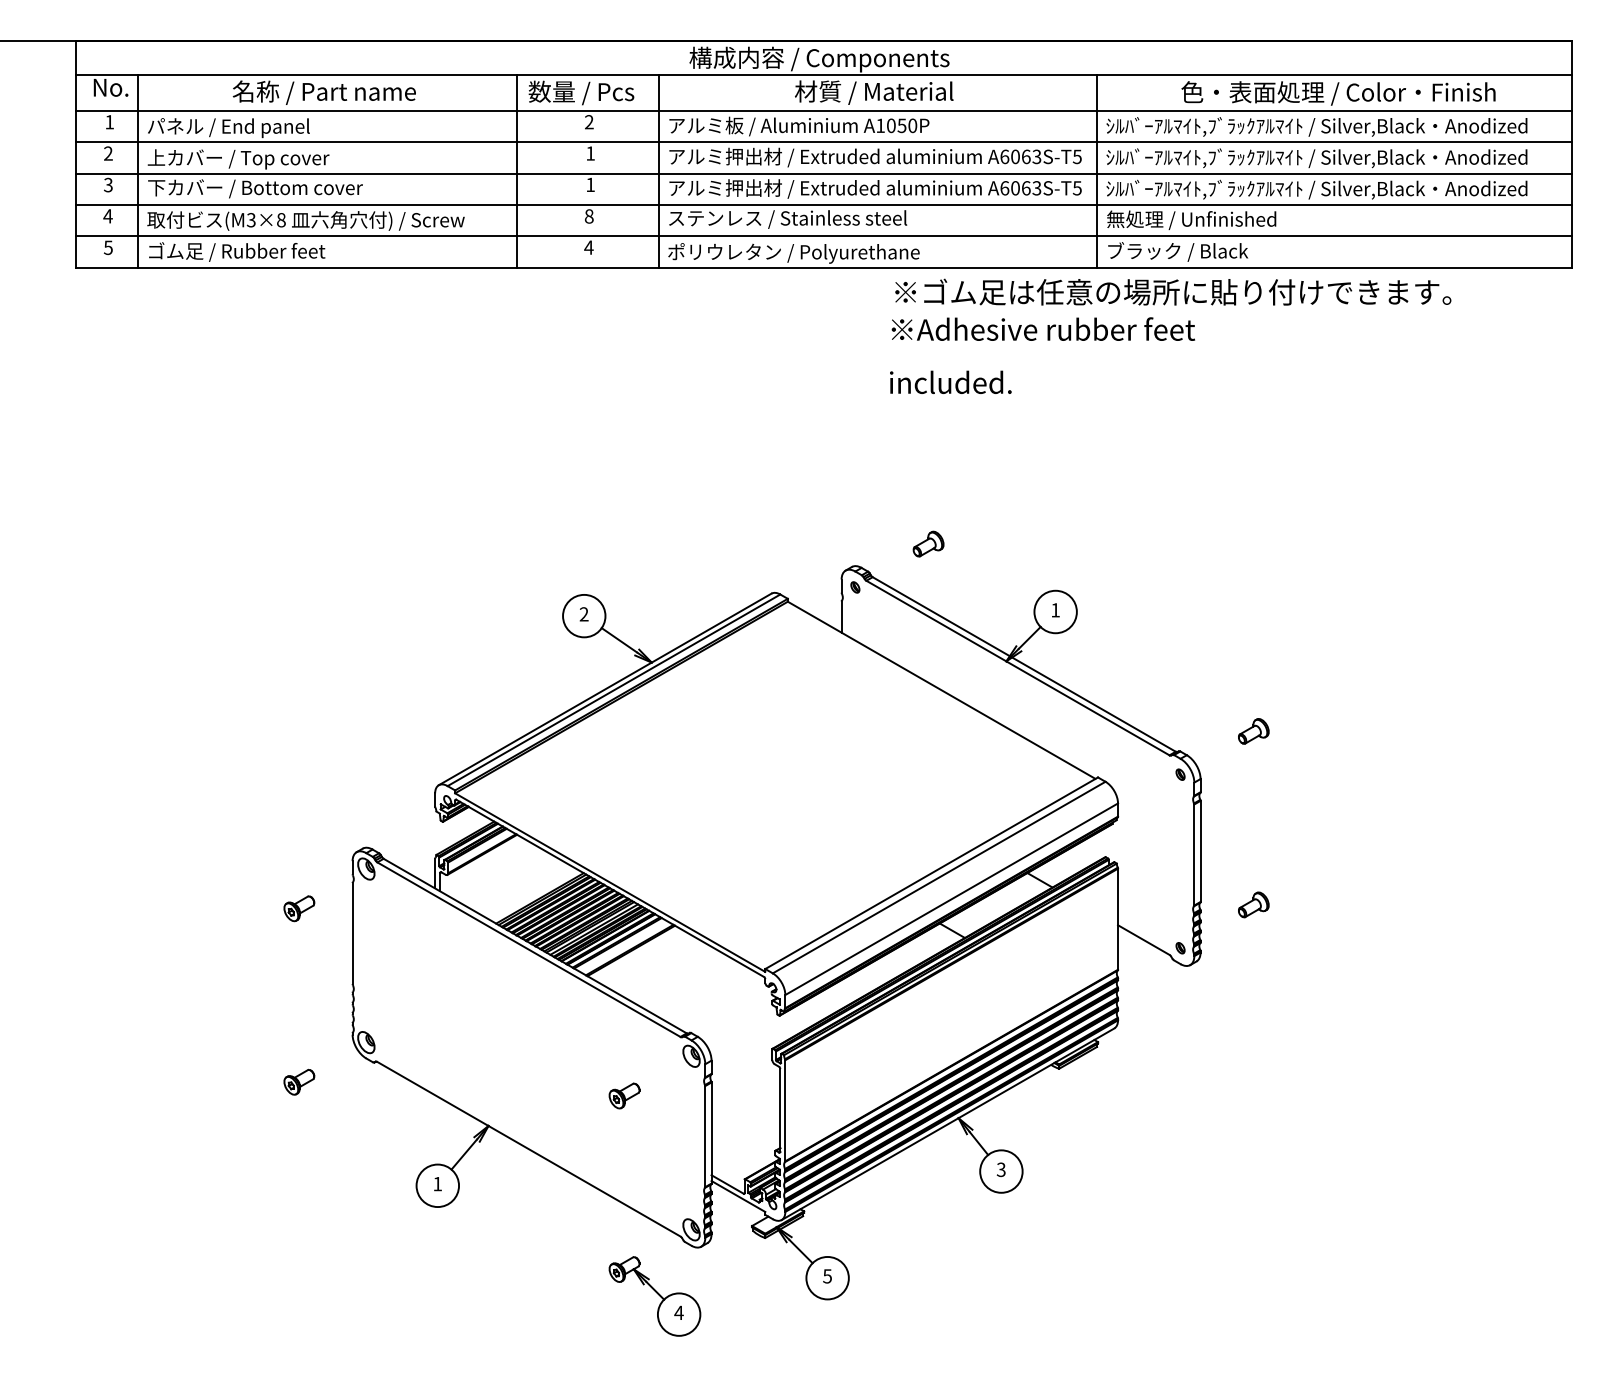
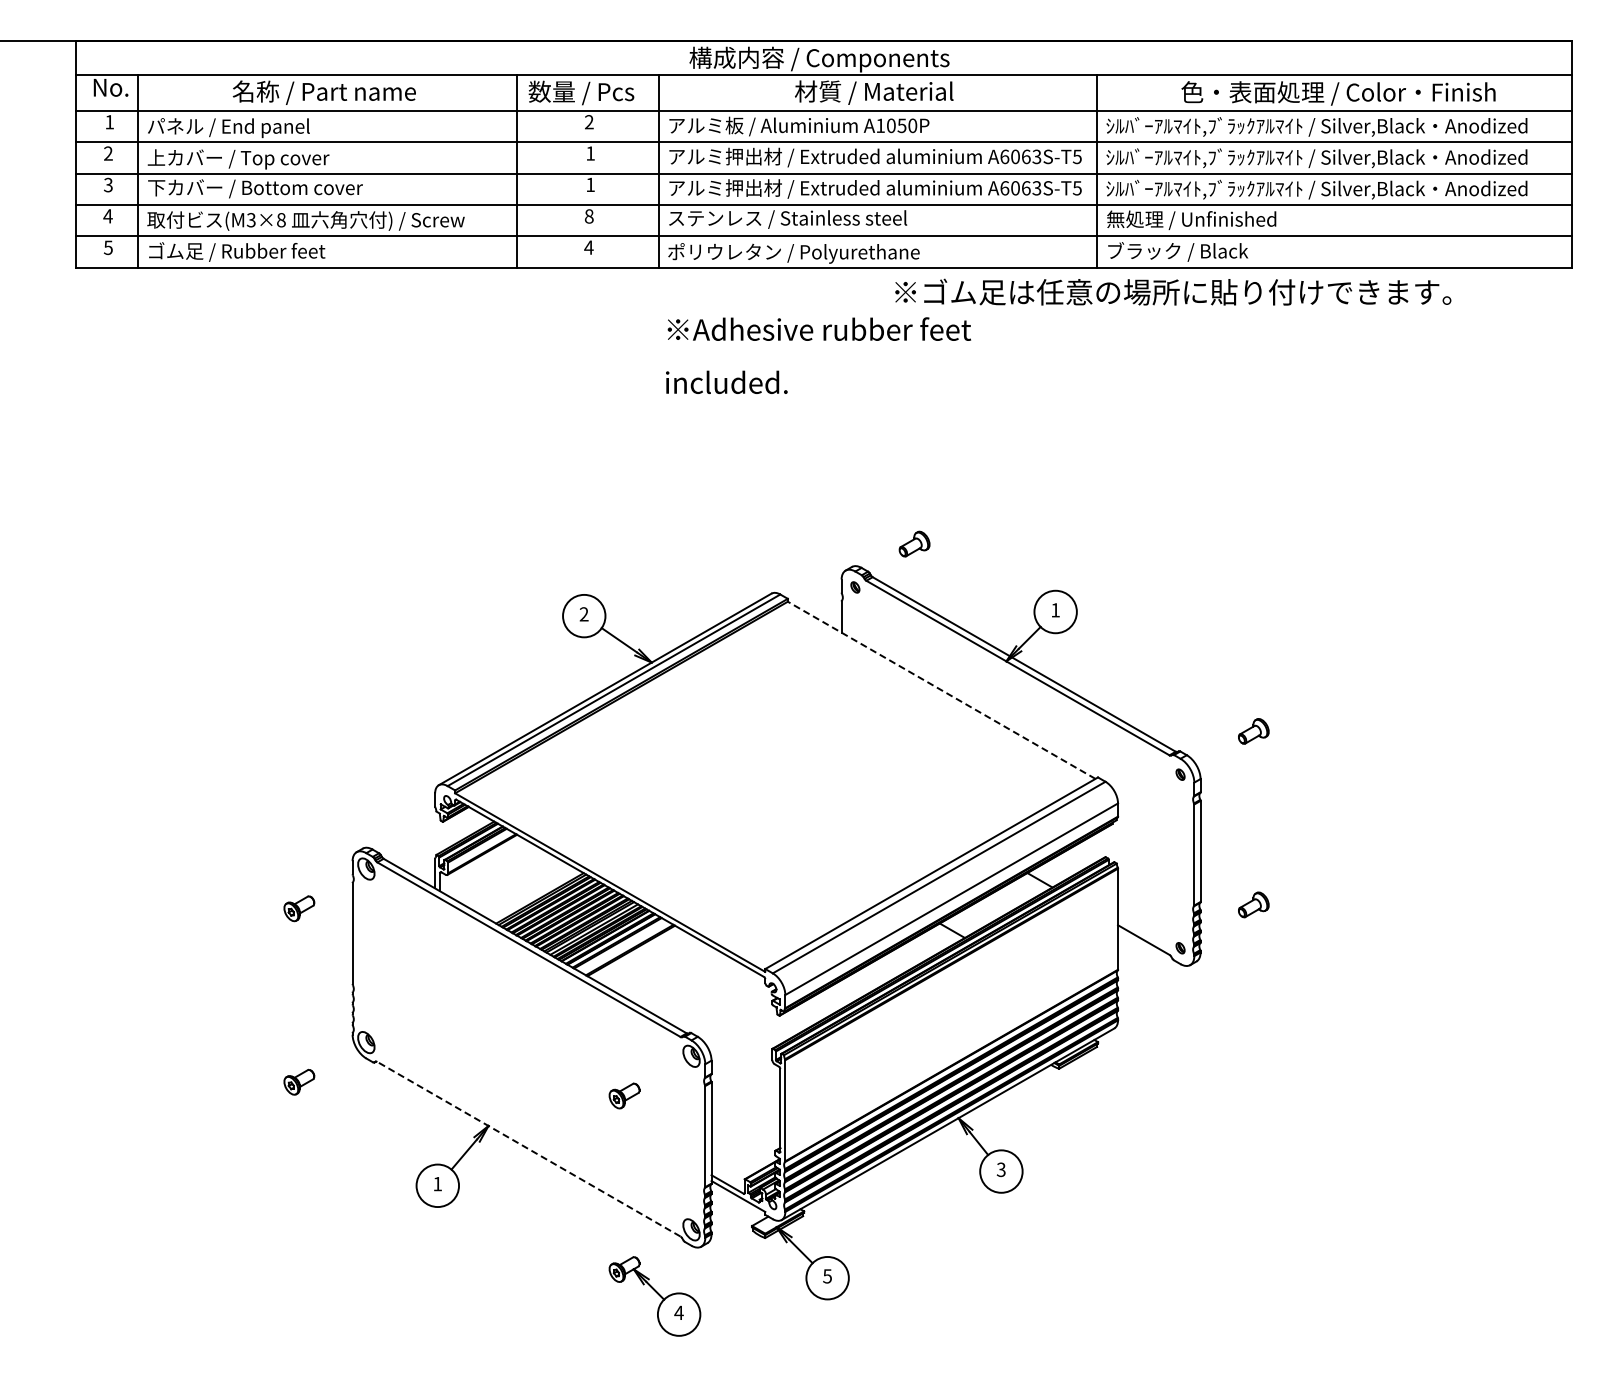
text at (1042, 355) position: (1042, 355) -> (818, 355)
part at (928, 543) position: (928, 543) -> (914, 543)
line at (941, 690): solid -> dashed
line at (528, 1149): solid -> dashed
